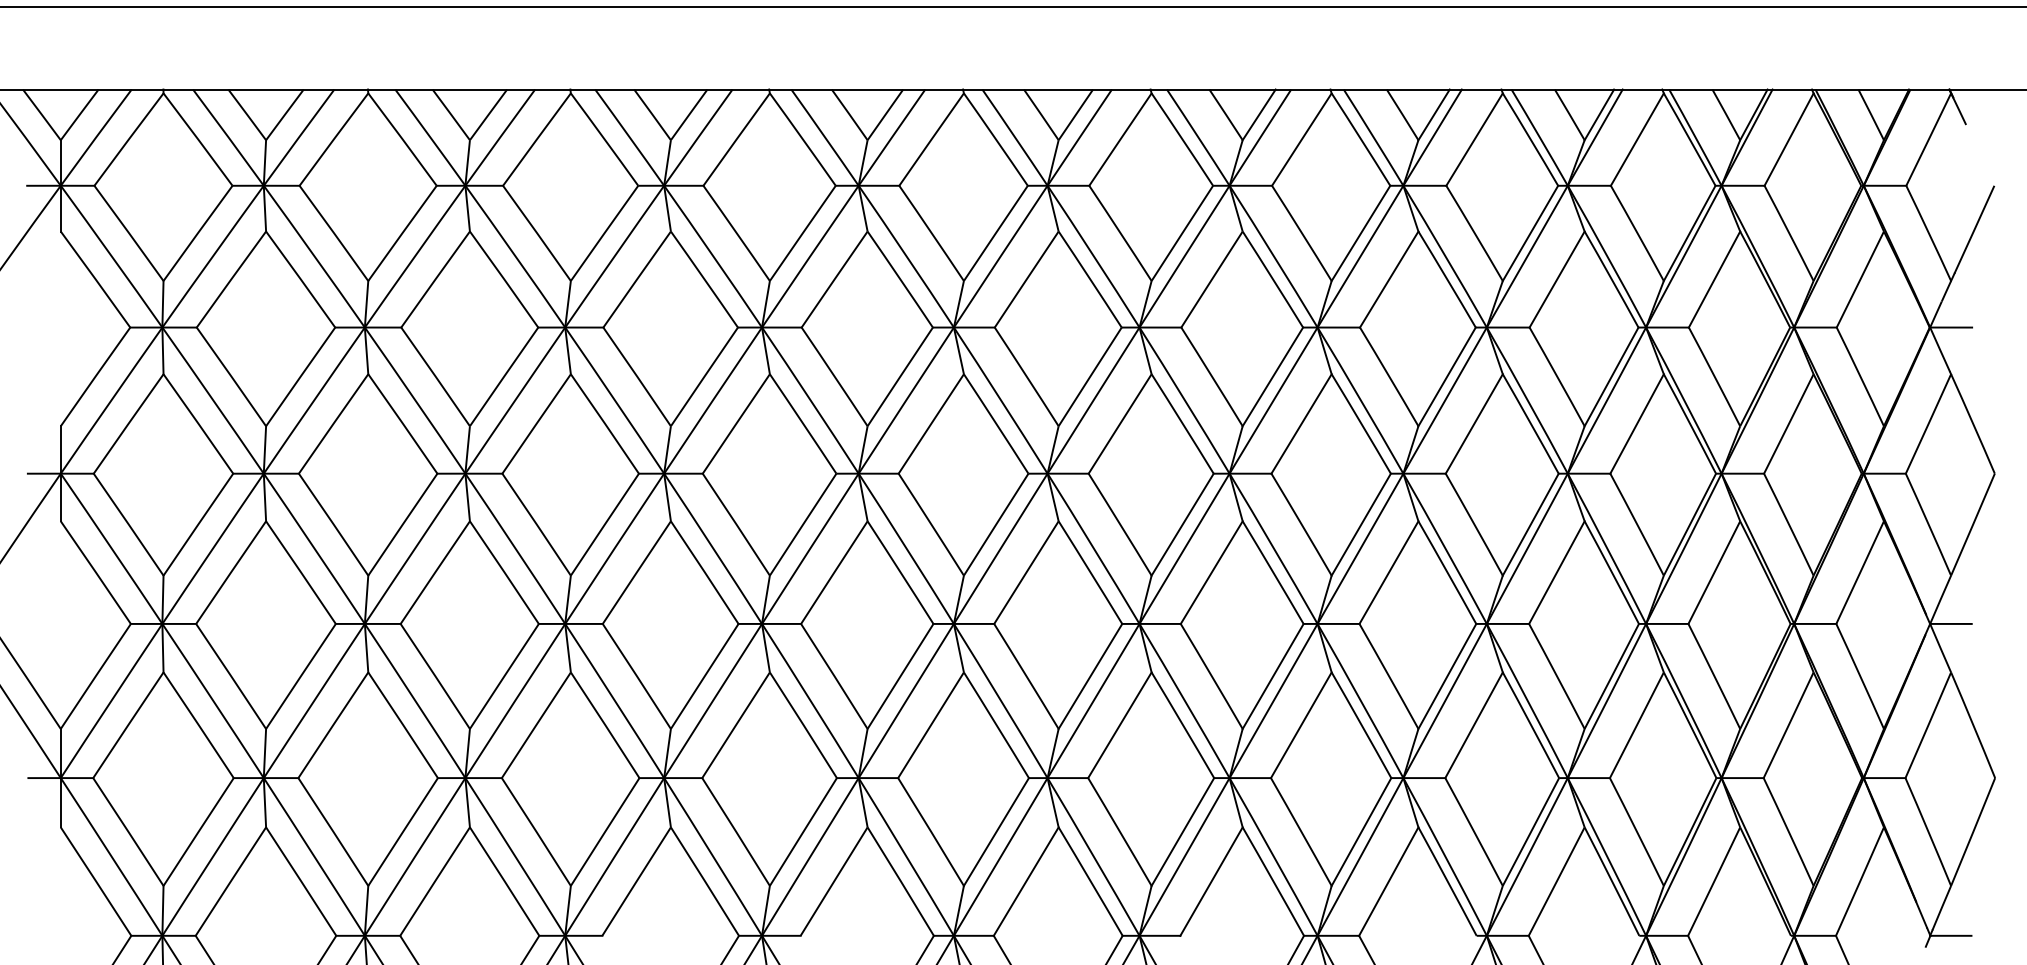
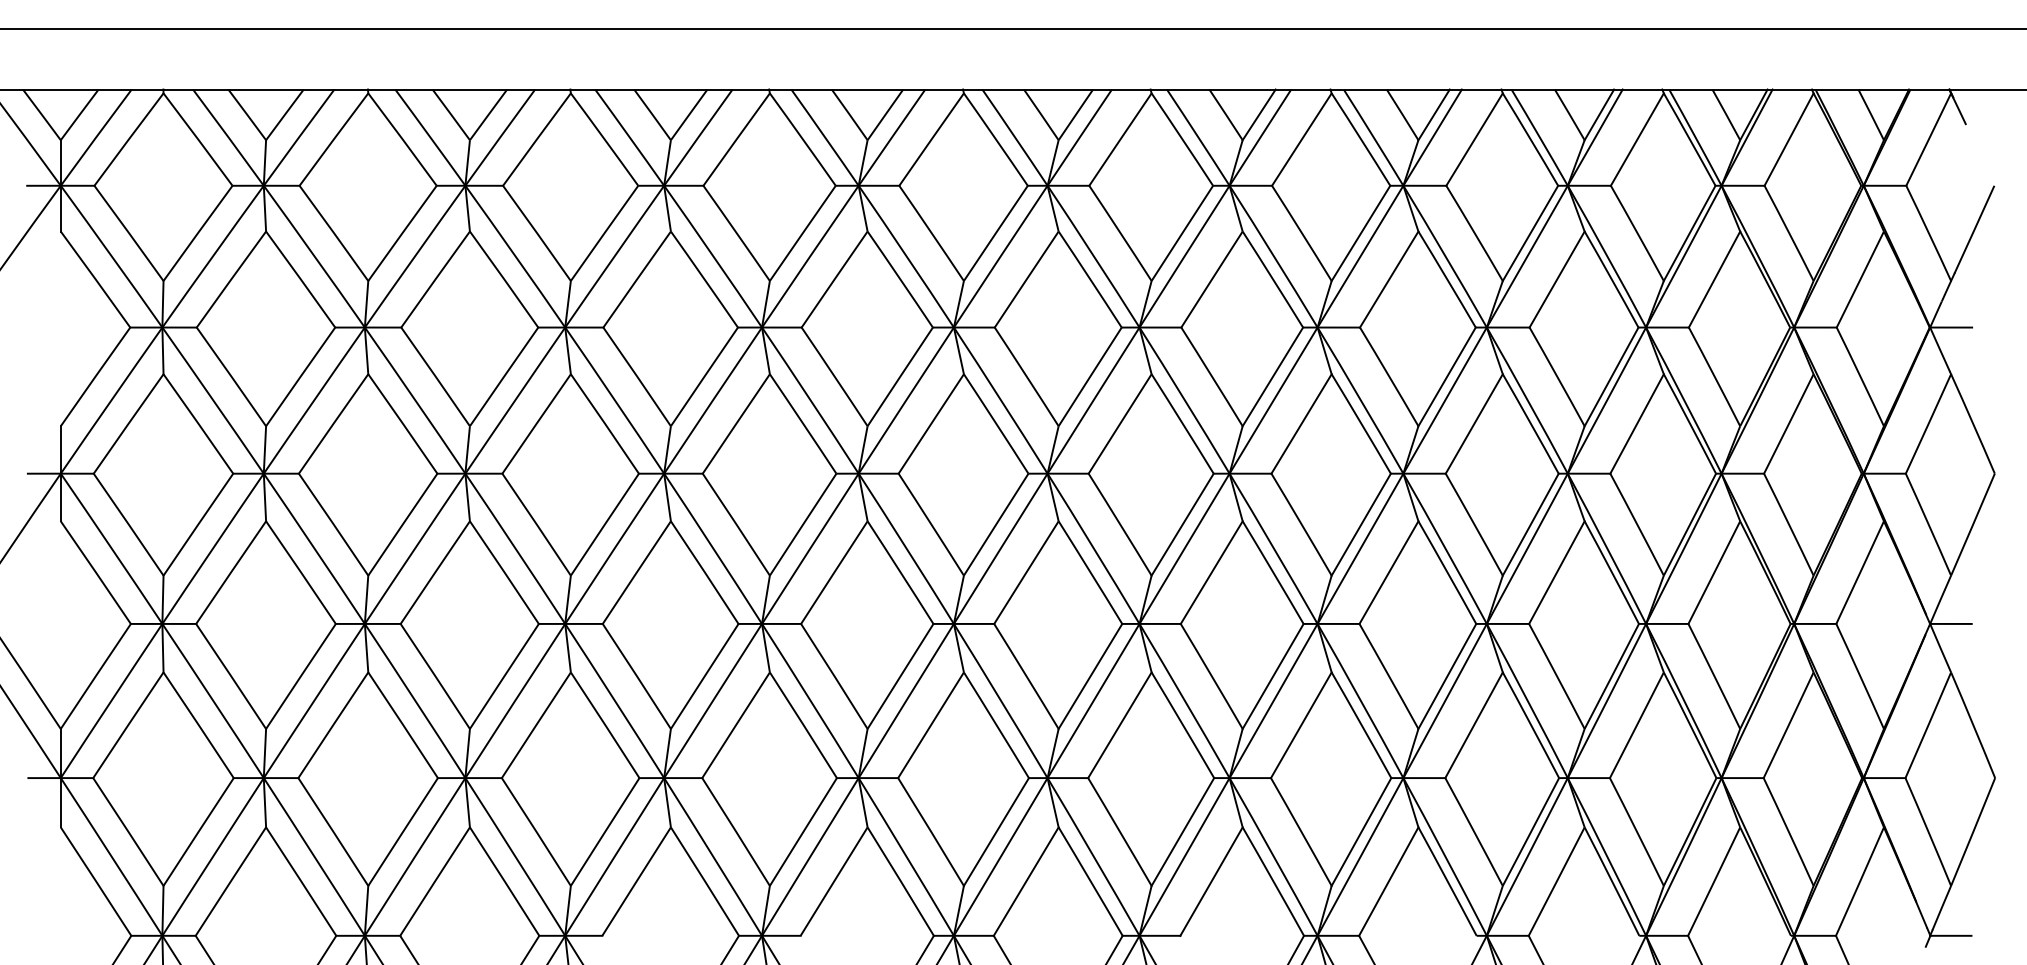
line at (1012, 7) position: (1012, 7) -> (1012, 29)
